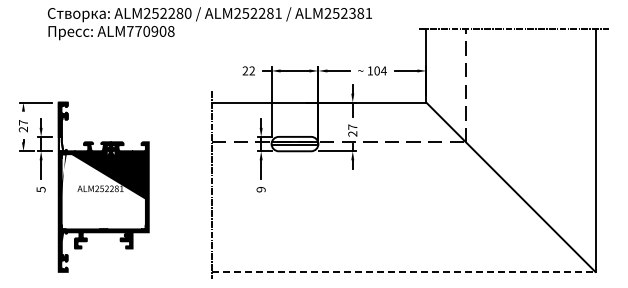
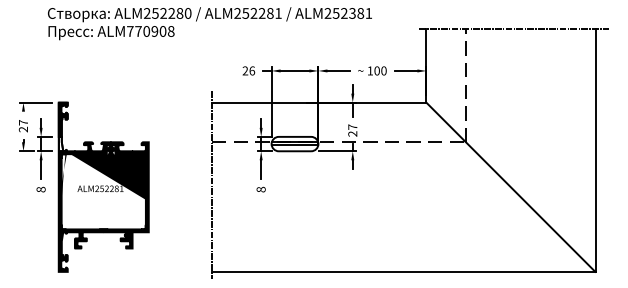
text at (252, 70): 22 -> 26
text at (383, 70): 104 -> 100
text at (40, 189): 5 -> 8
text at (260, 189): 9 -> 8
line at (403, 271): dashed -> solid
